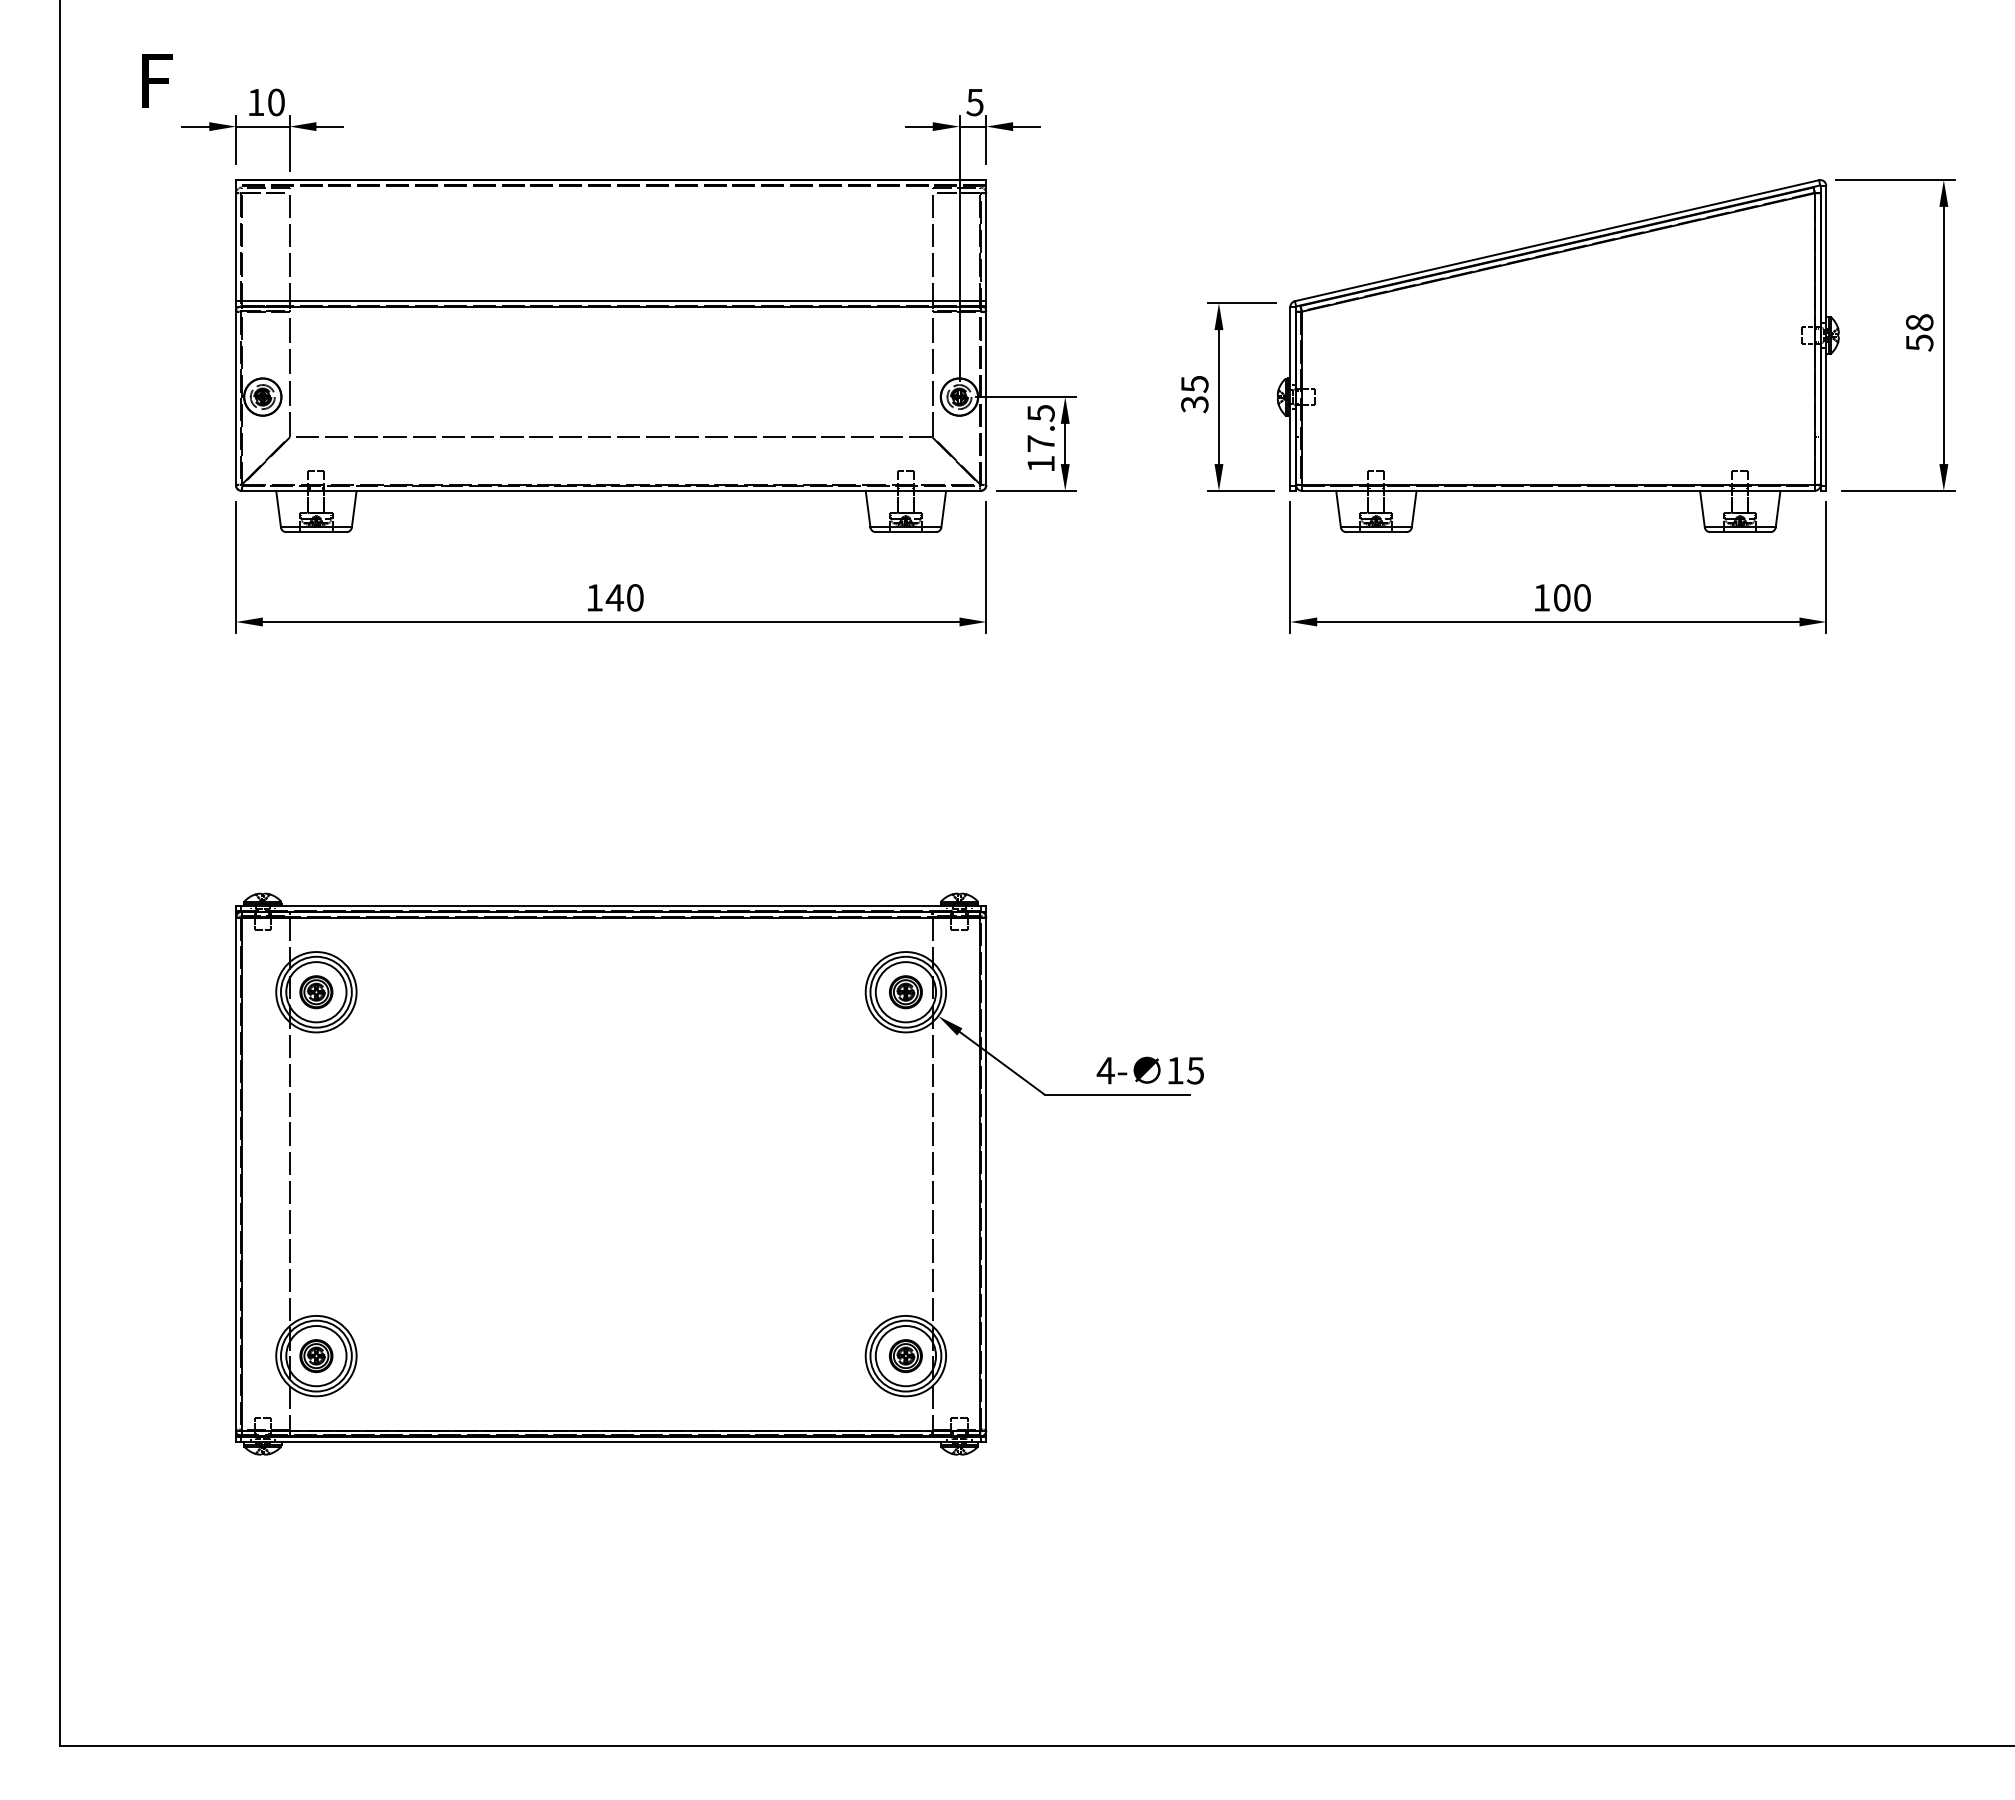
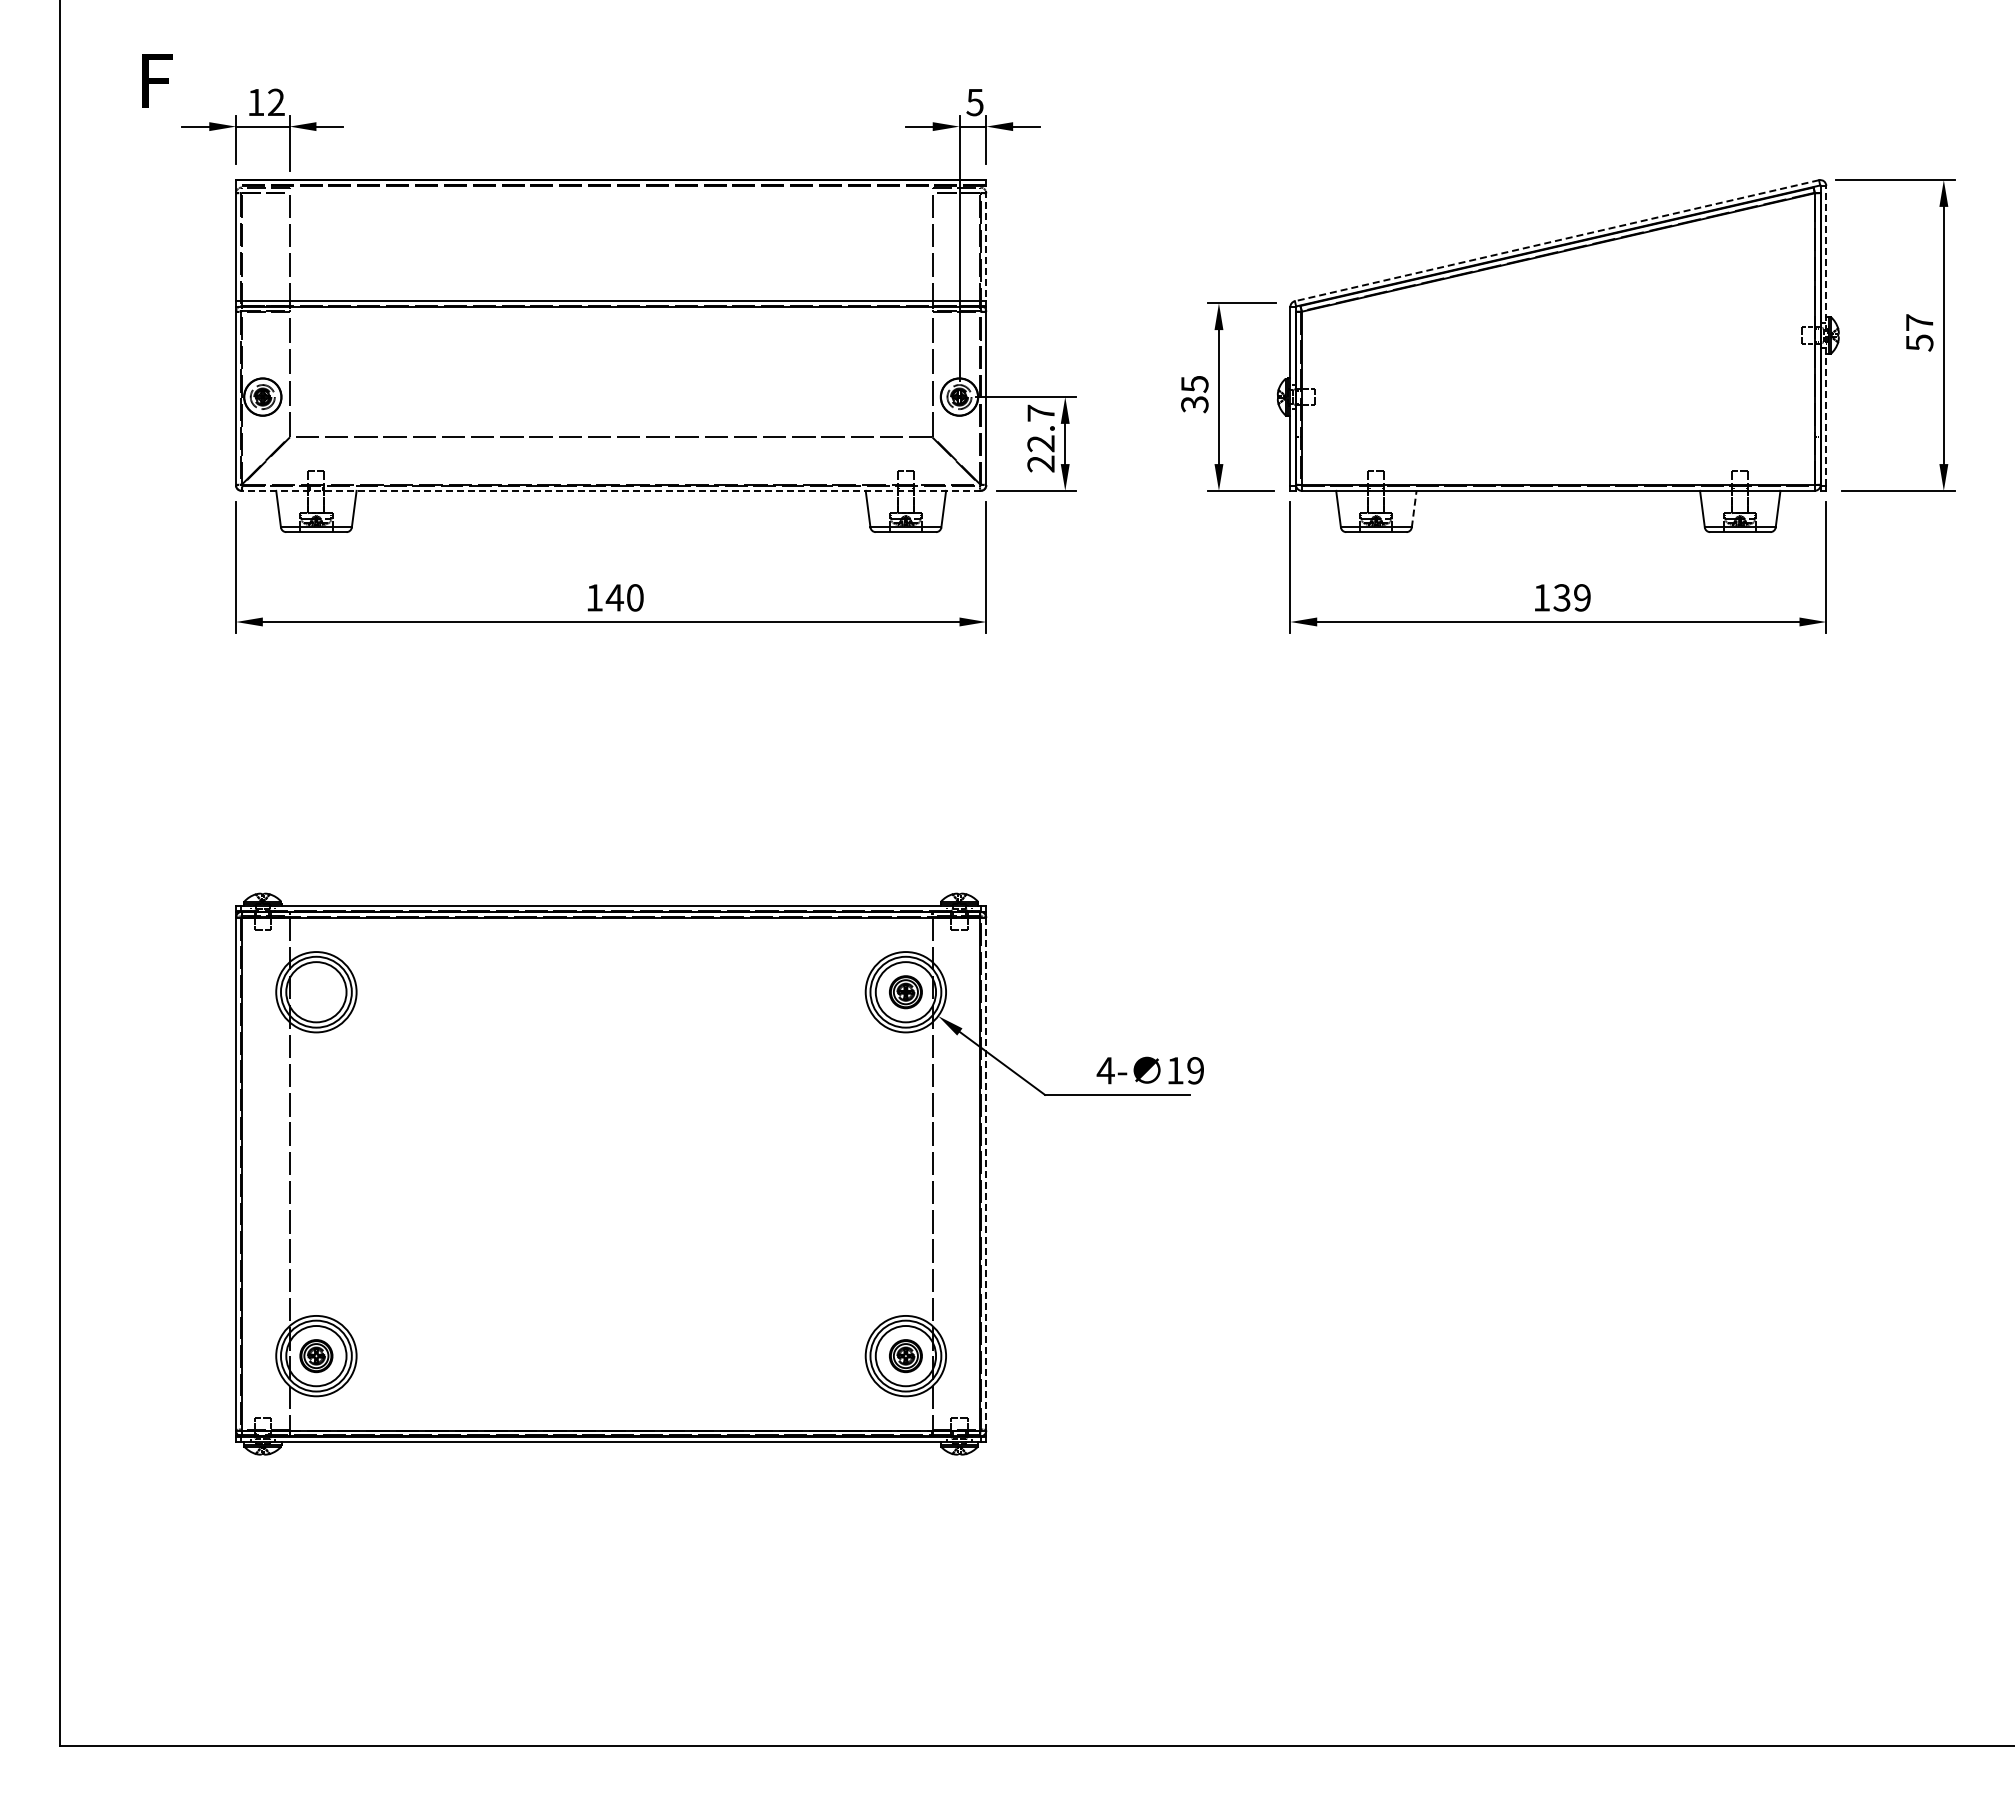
text at (276, 102): 10 -> 12
line at (986, 240): solid -> dashed
line at (1557, 240): solid -> dashed
text at (1919, 322): 58 -> 57
line at (1826, 335): solid -> dashed
text at (1040, 438): 17.5 -> 22.7
line at (611, 490): solid -> dashed
line at (1414, 508): solid -> dashed
text at (1571, 597): 100 -> 139
part at (316, 992): present -> none
text at (1195, 1070): 15 -> 19
line at (986, 1174): solid -> dashed
